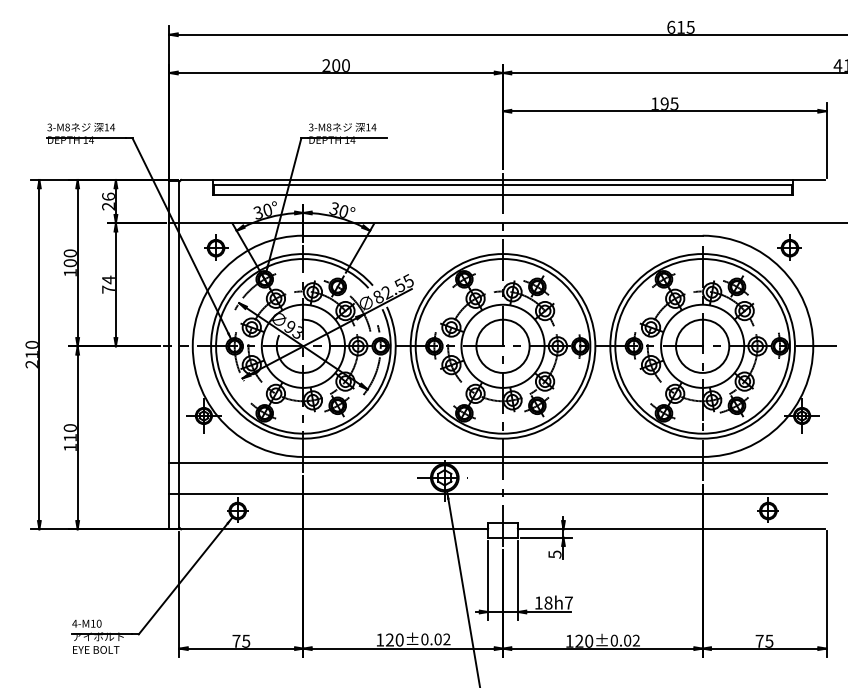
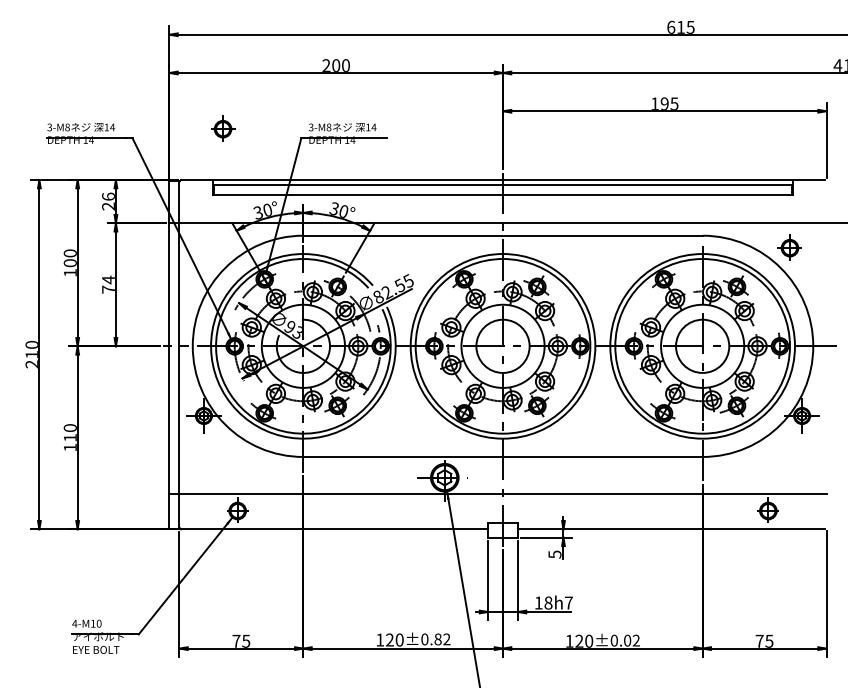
part at (216, 247) position: (216, 247) -> (223, 128)
line at (497, 462): present -> none
text at (437, 639): ±0.02 -> ±0.82
